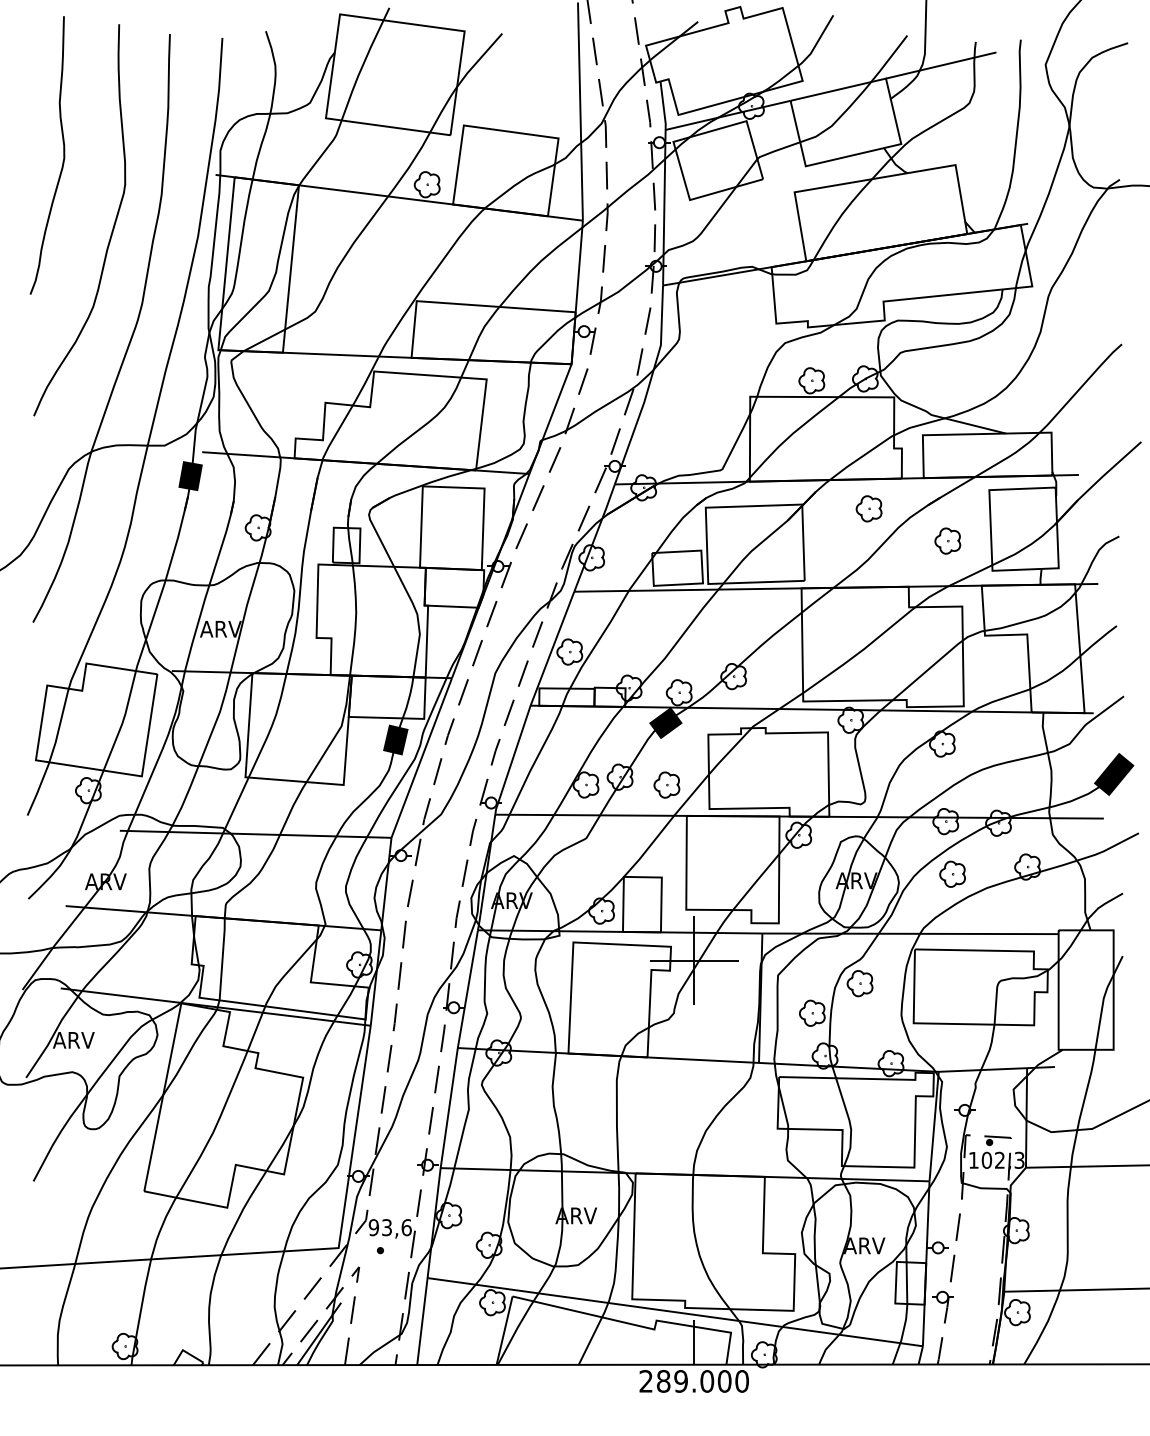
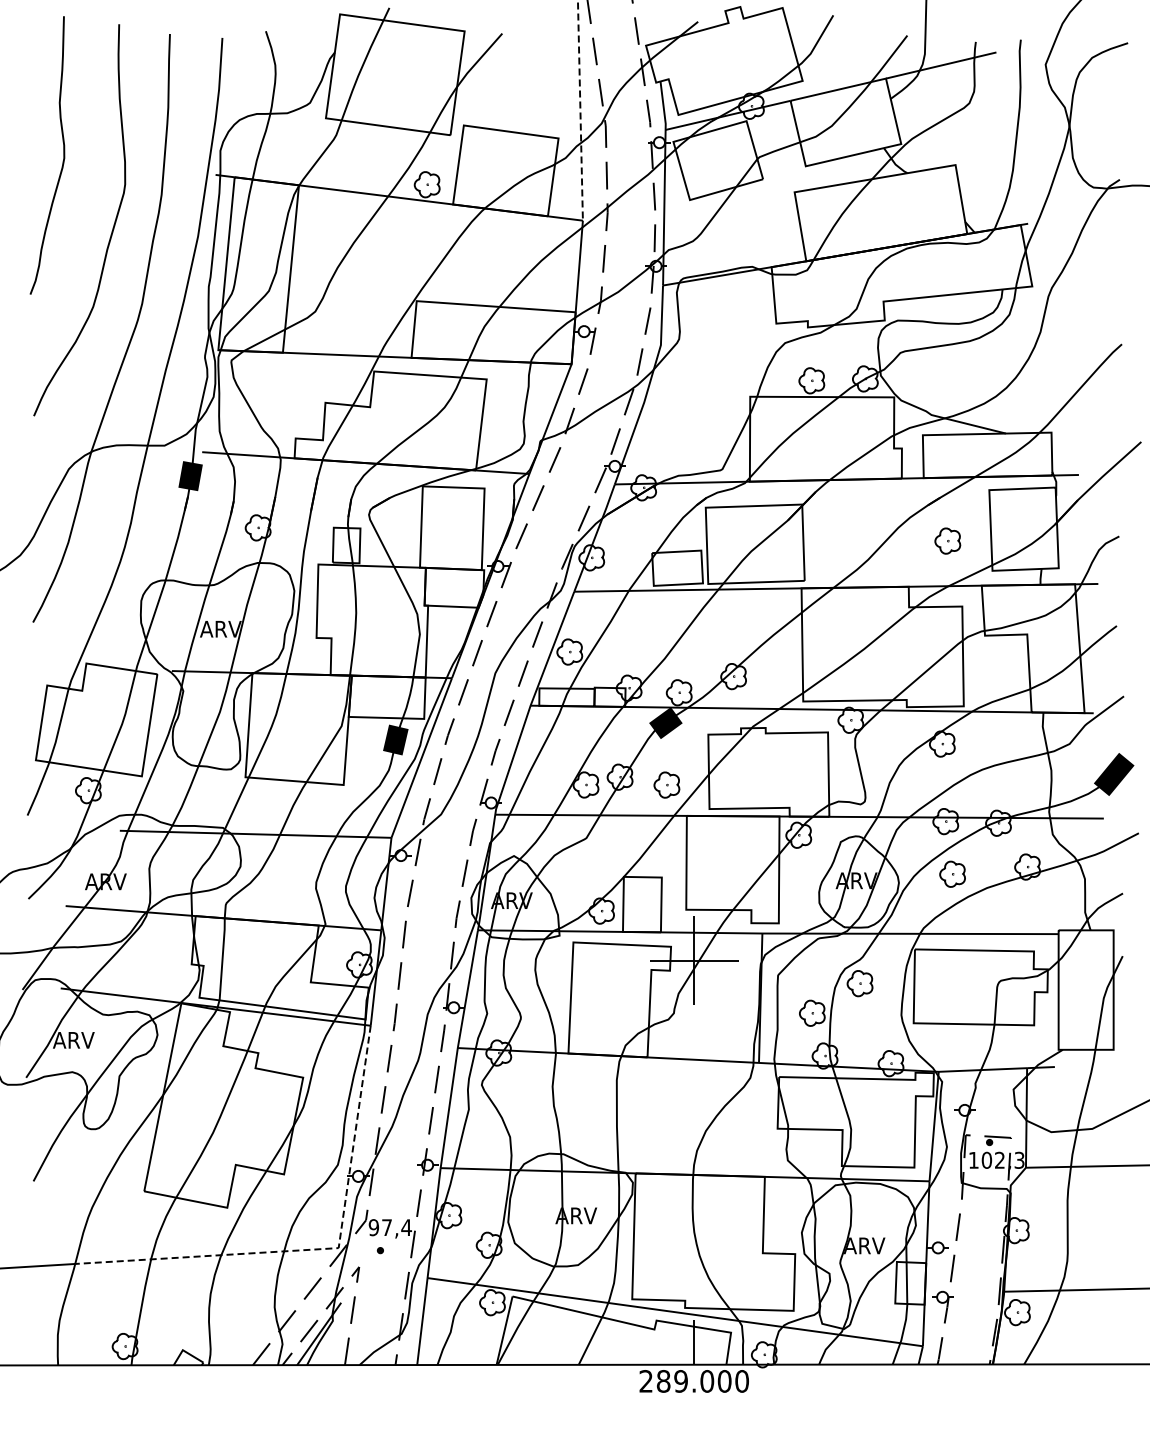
line at (580, 112): solid -> dashed
part at (868, 508): present -> none
text at (396, 1227): 93,6 -> 97,4
line at (319, 1249): solid -> dashed
